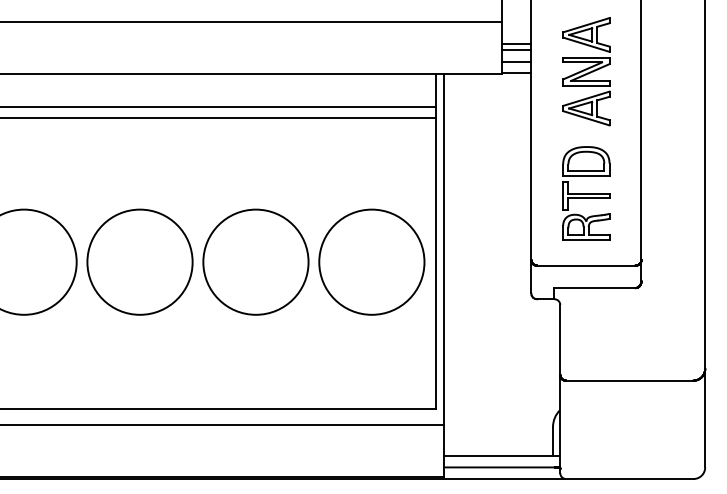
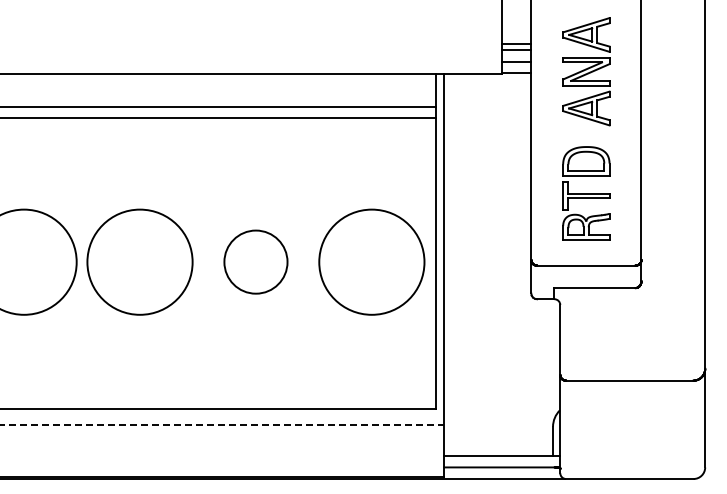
line at (252, 21): present -> none
circle at (255, 261) size: 108x108 px -> 66x66 px
line at (222, 424): solid -> dashed
